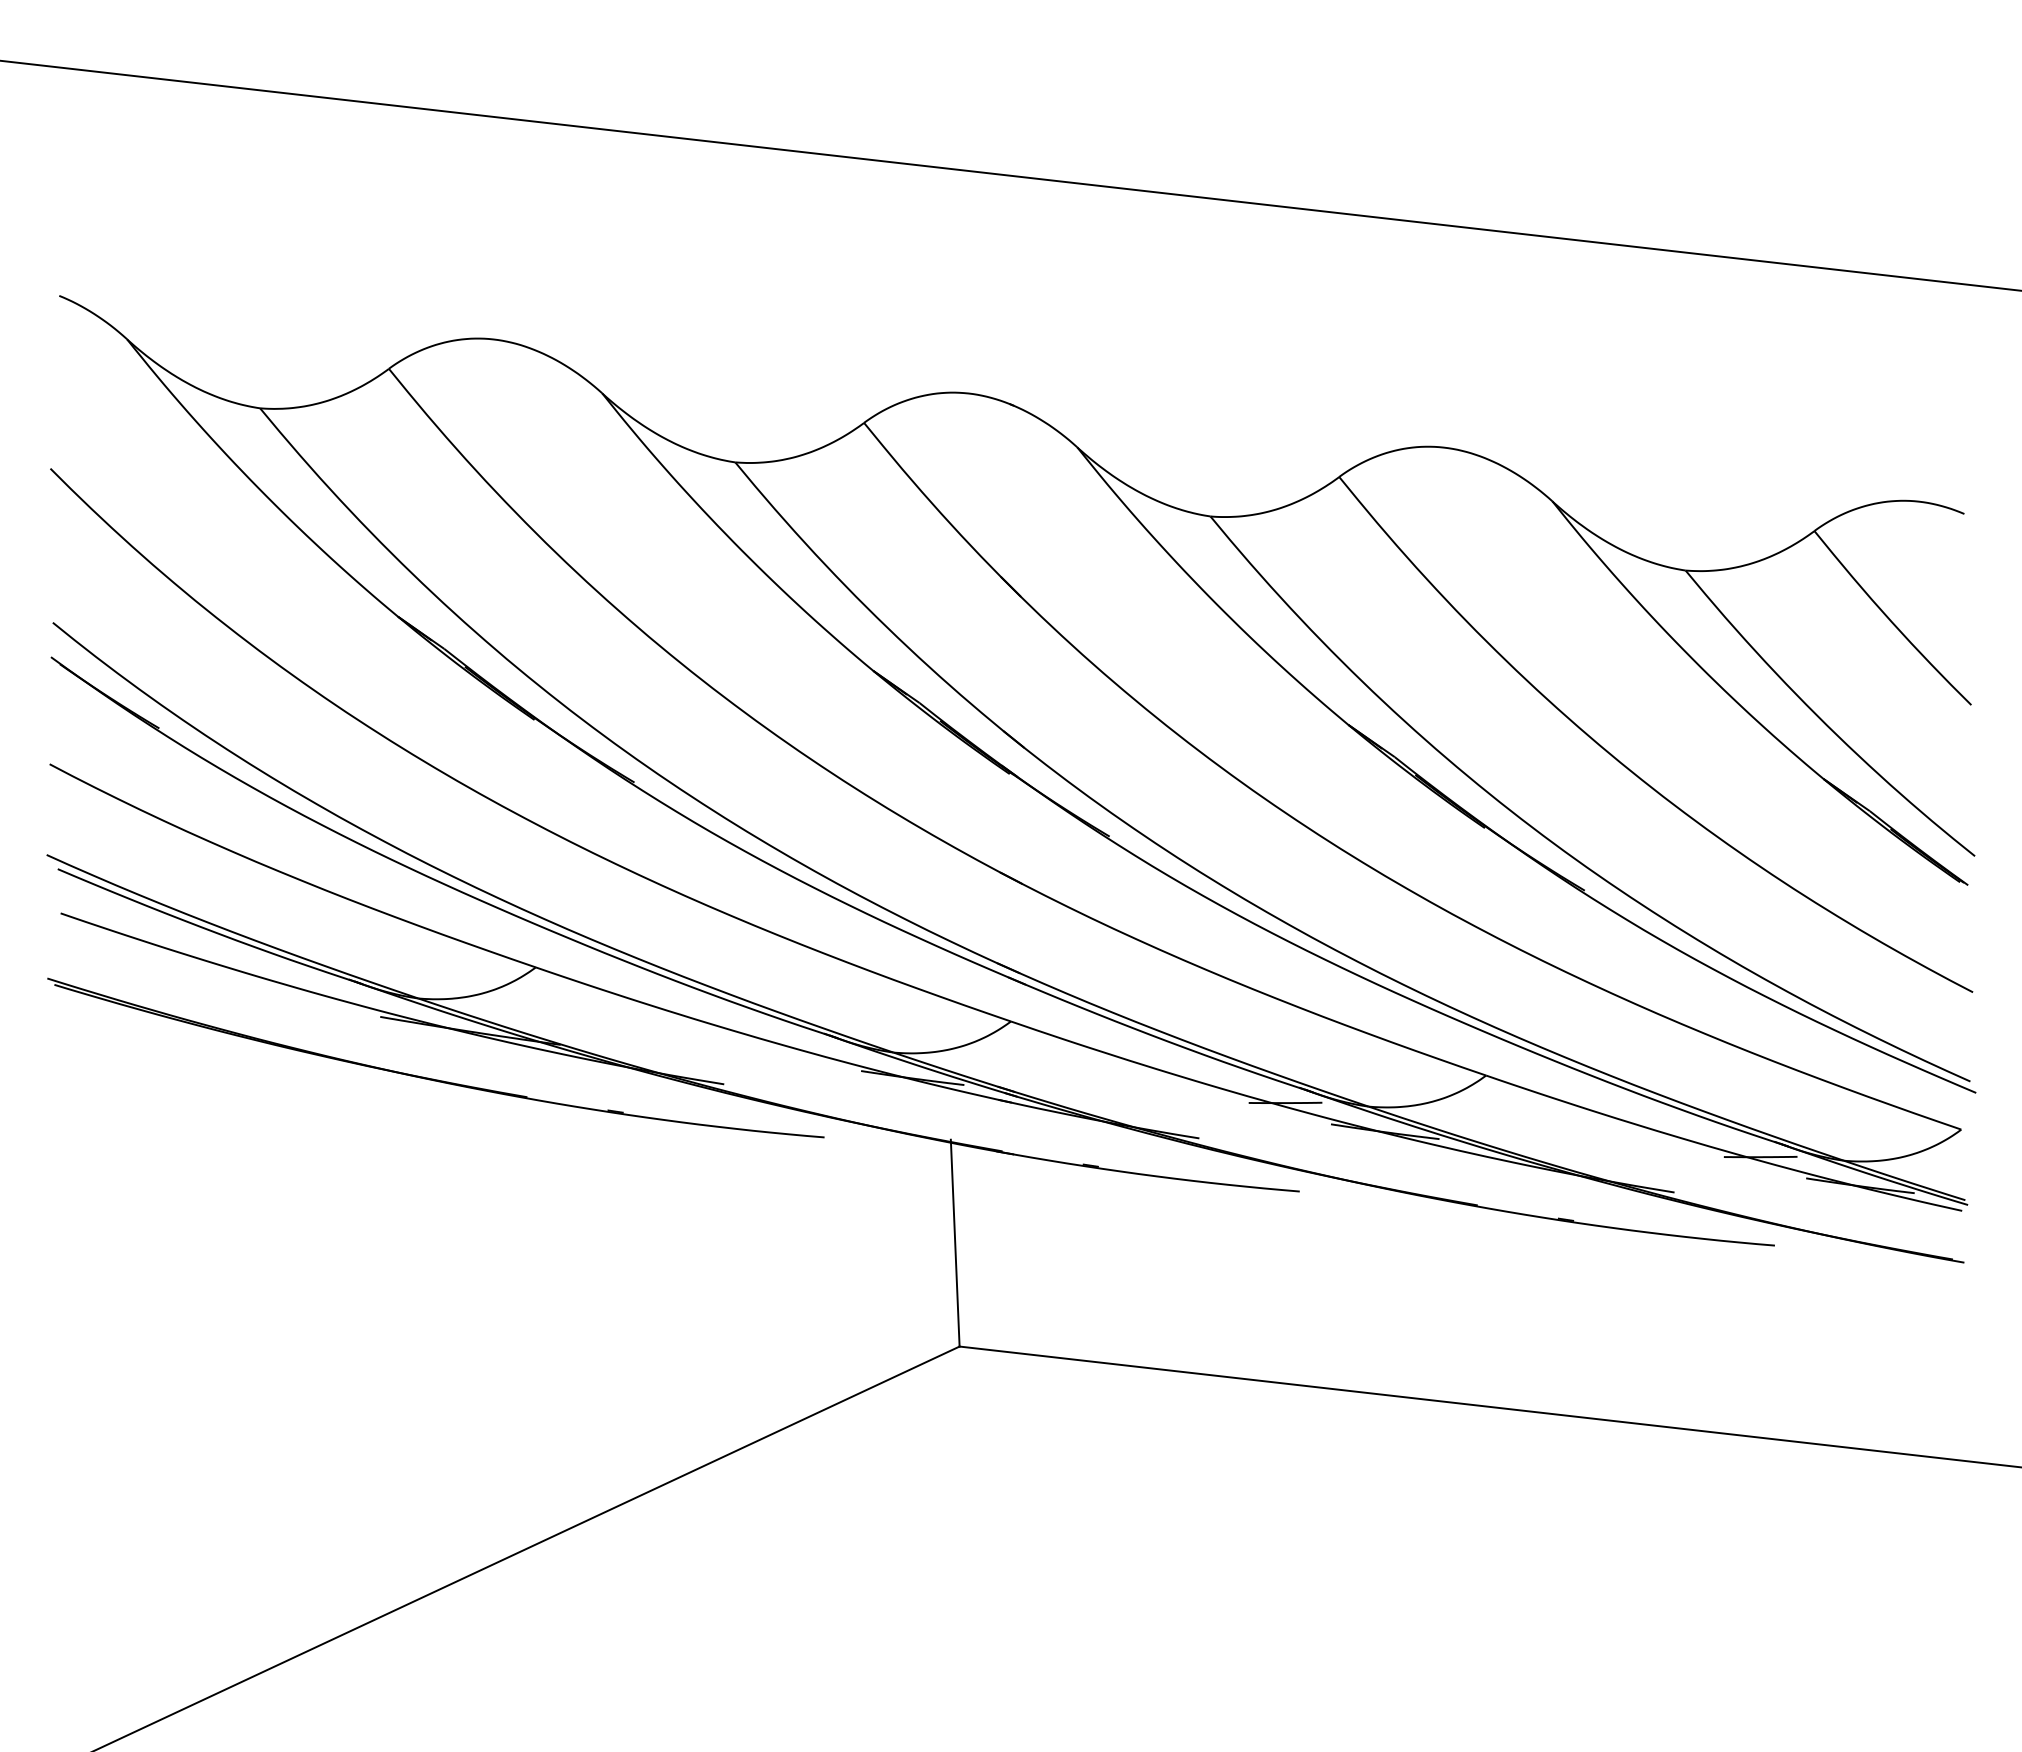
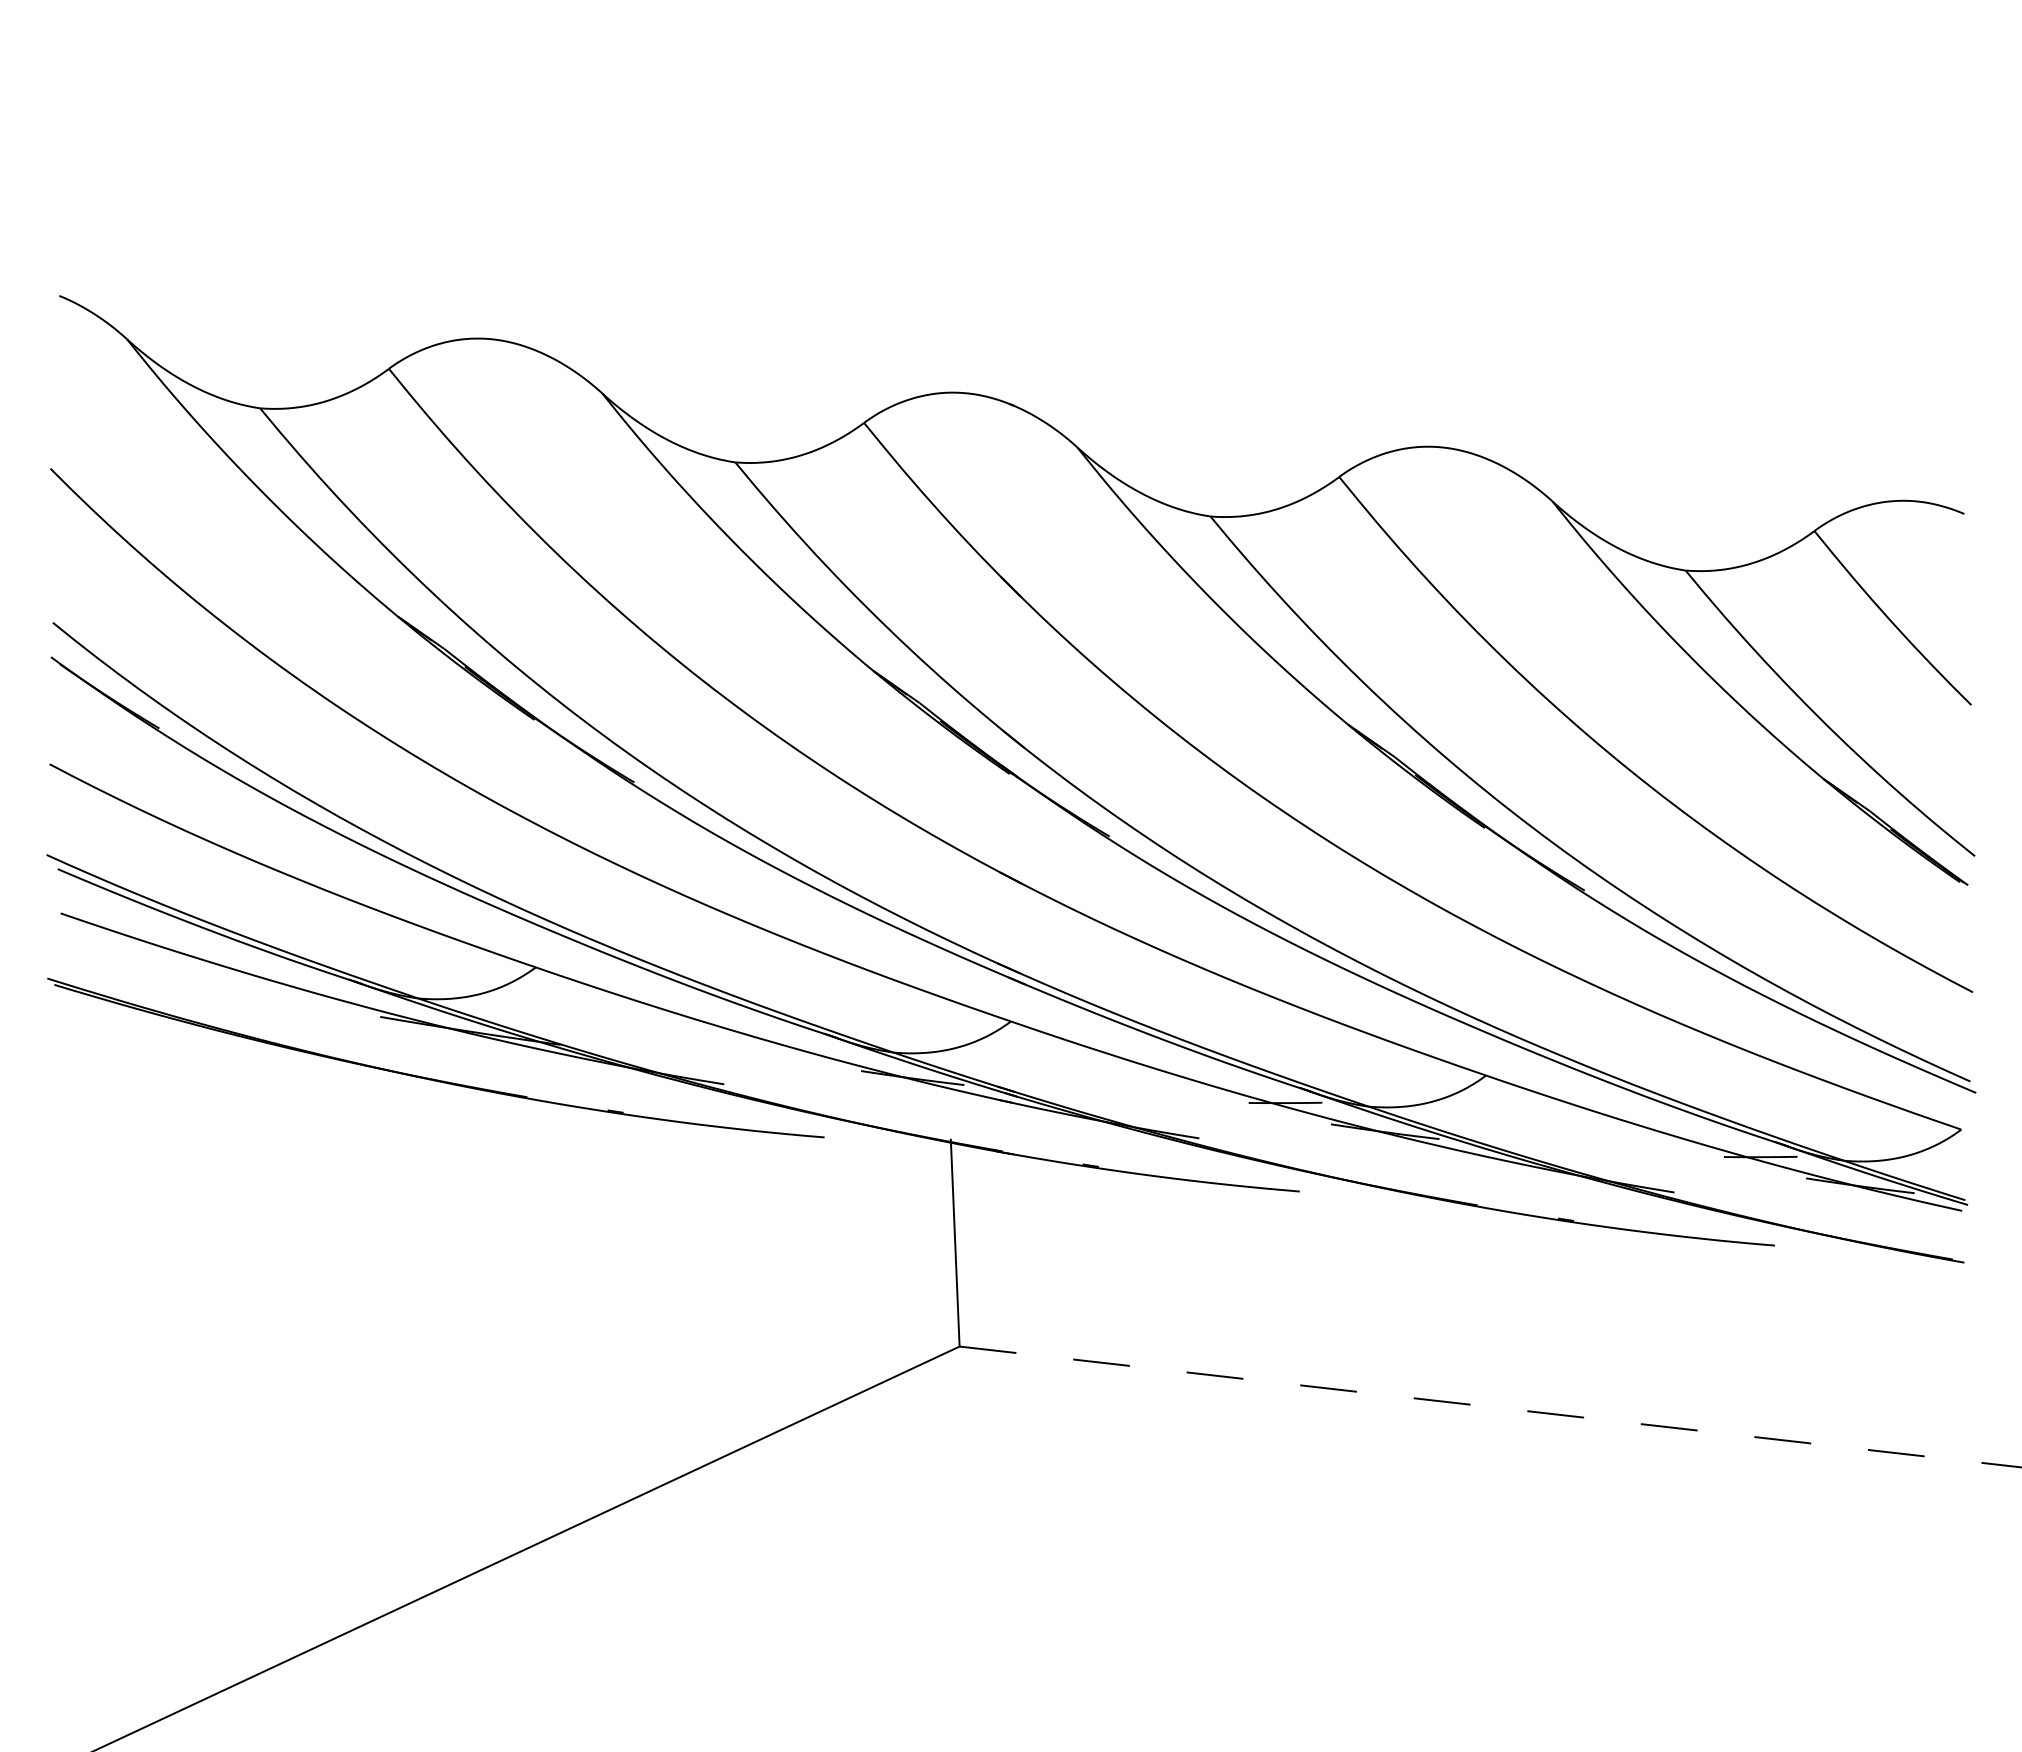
line at (1010, 175): present -> none
line at (1491, 1407): solid -> dashed
